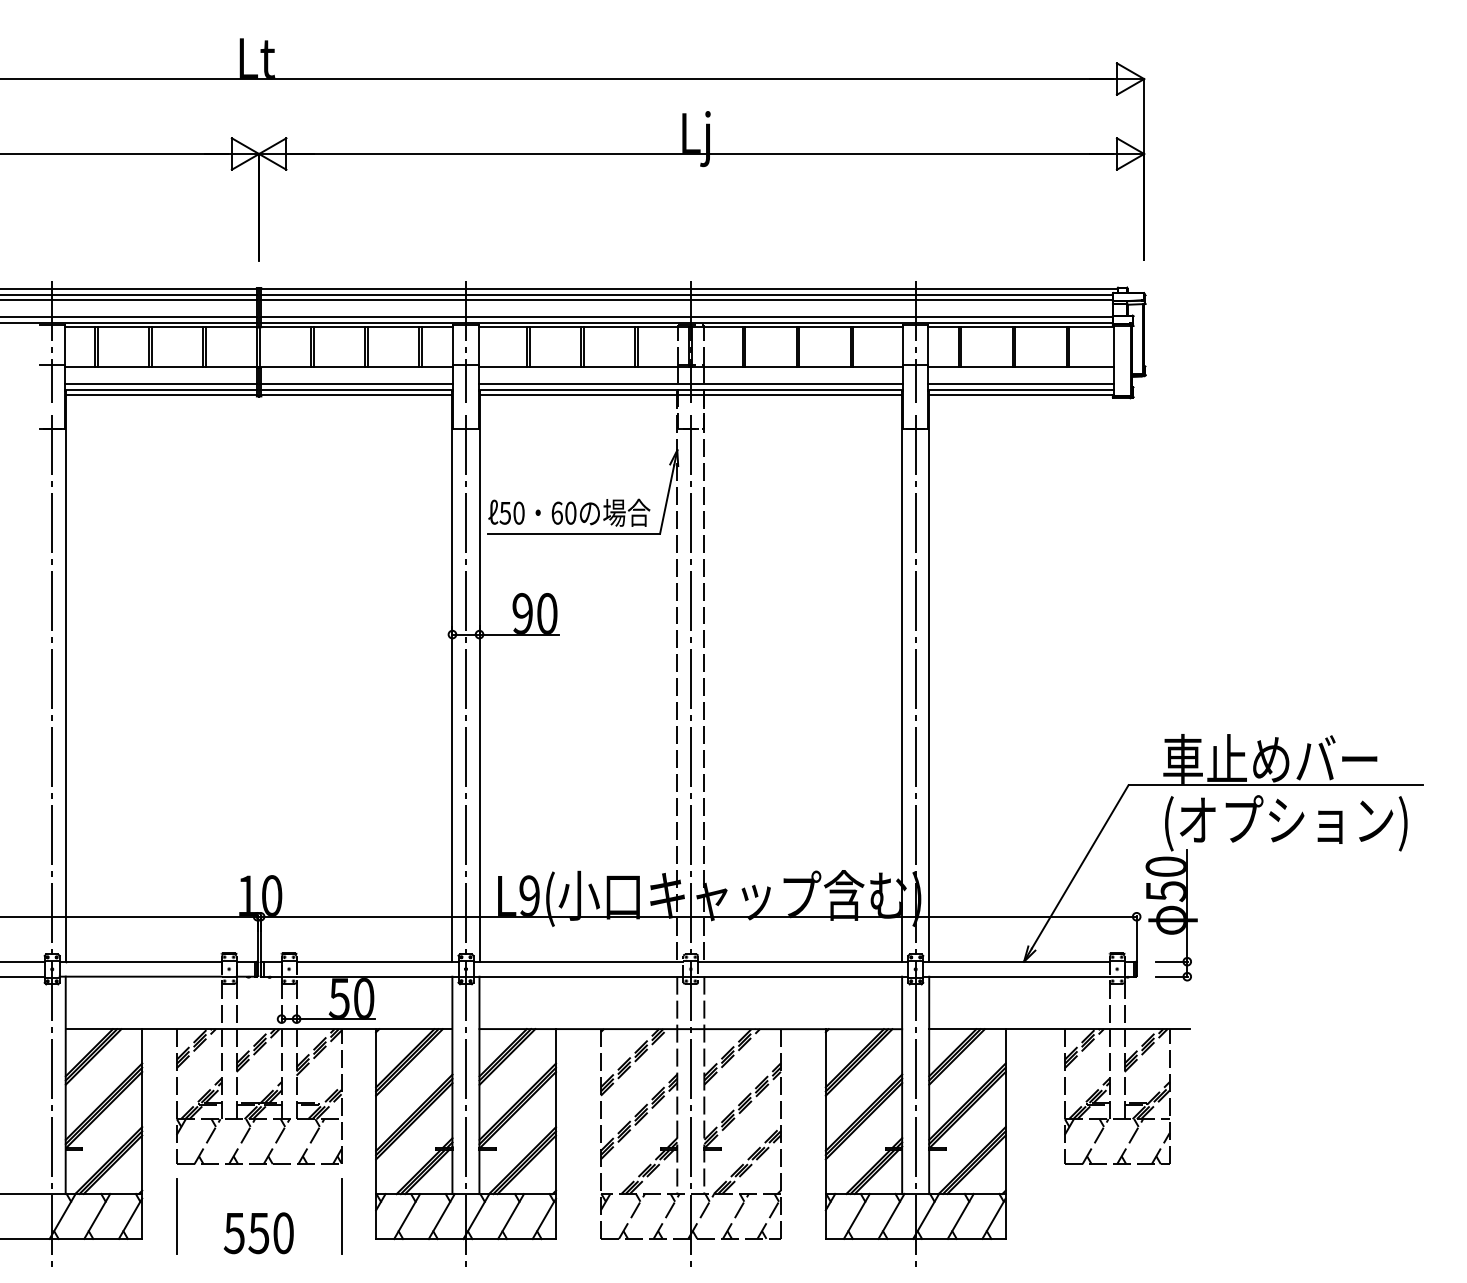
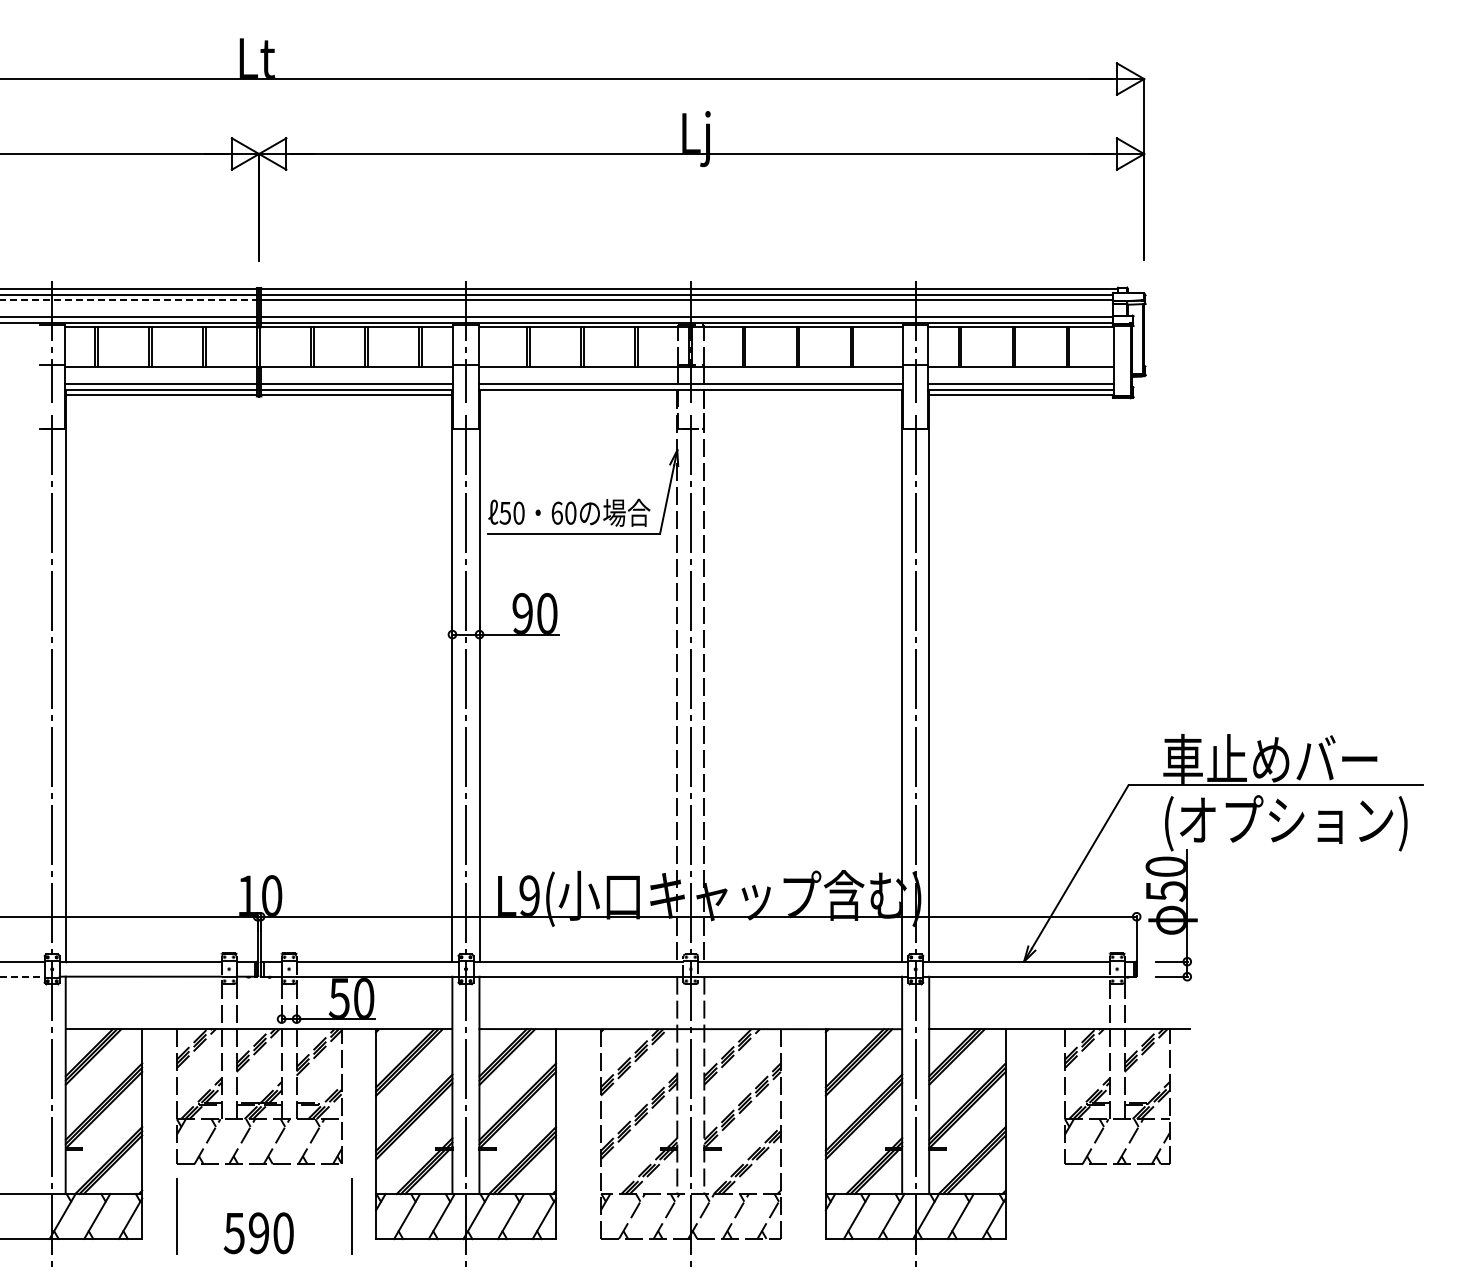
line at (128, 300): solid -> dashed
line at (690, 395): present -> none
line at (22, 976): solid -> dashed
line at (341, 1216) position: (341, 1216) -> (351, 1216)
text at (258, 1233): 550 -> 590
